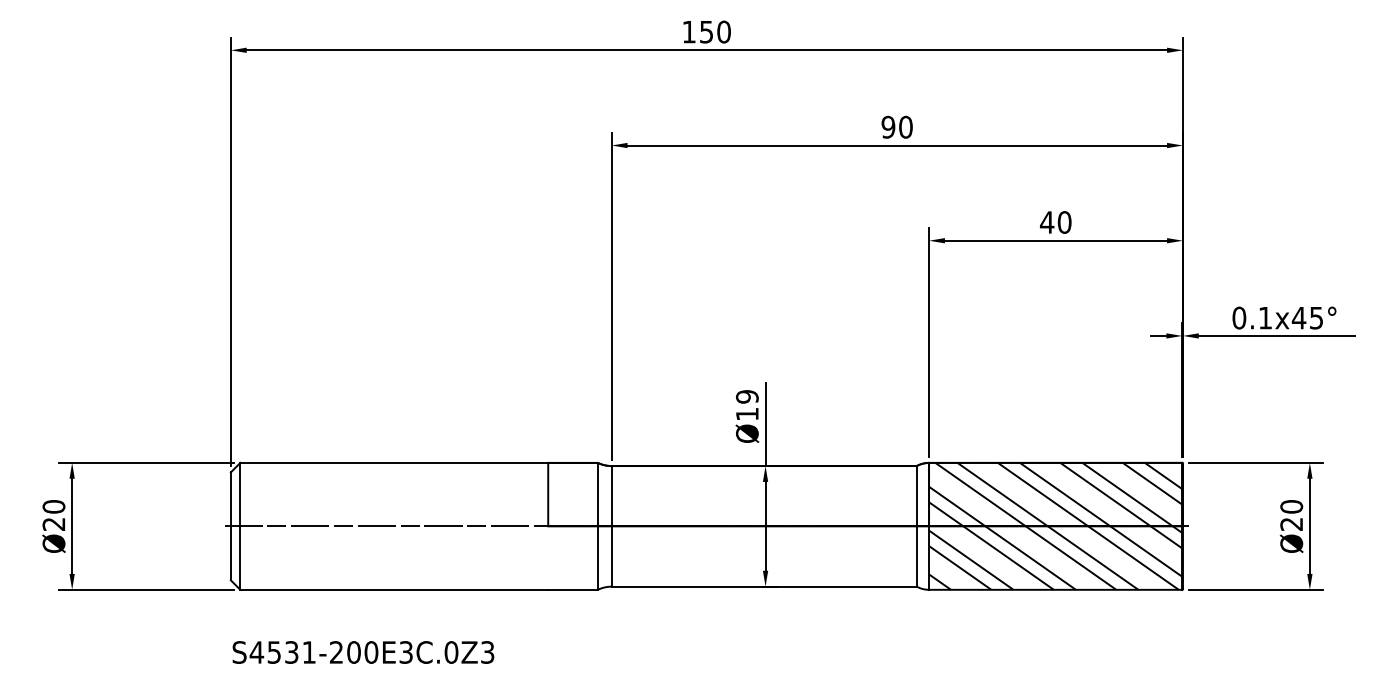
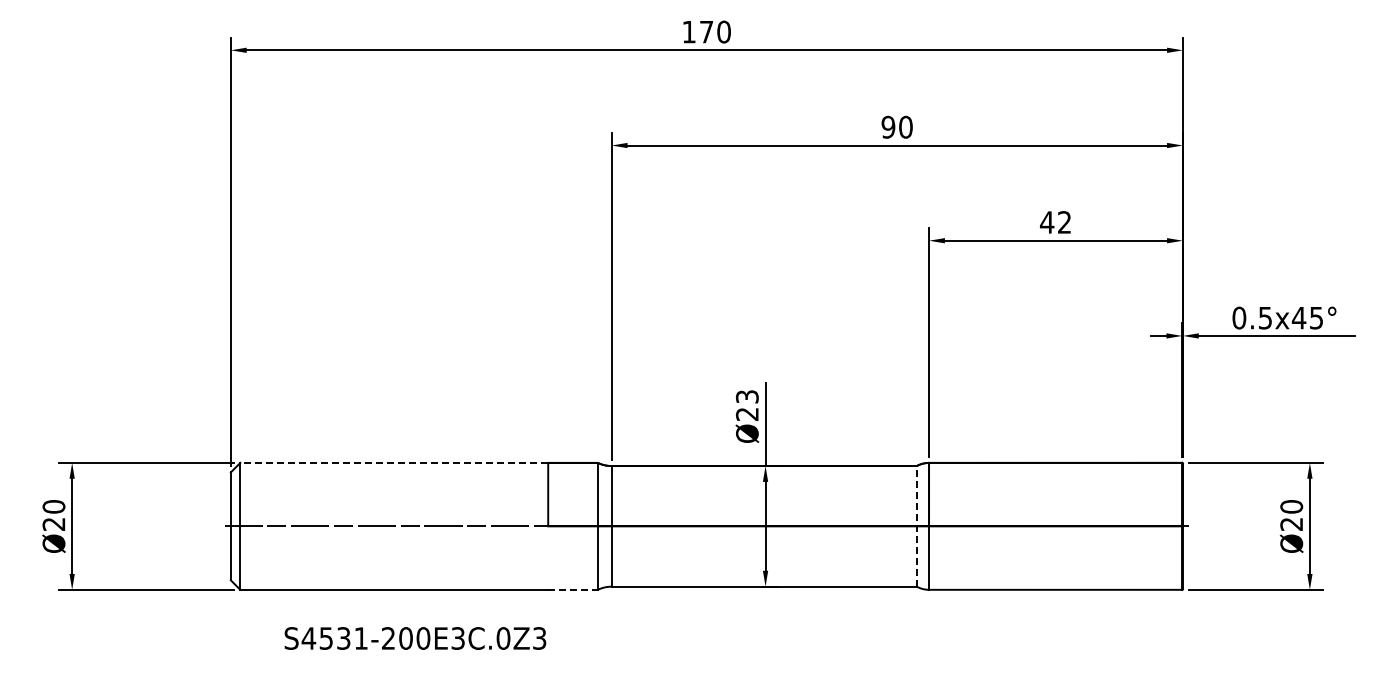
text at (706, 32): 150 -> 170
text at (1064, 222): 40 -> 42
text at (1265, 318): 0.1x45° -> 0.5x45°
text at (746, 405): Ø19 -> Ø23
line at (394, 462): solid -> dashed
line at (916, 525): solid -> dashed
hatch at (1055, 525): present -> none
line at (573, 589): solid -> dashed
text at (363, 652) position: (363, 652) -> (415, 638)
